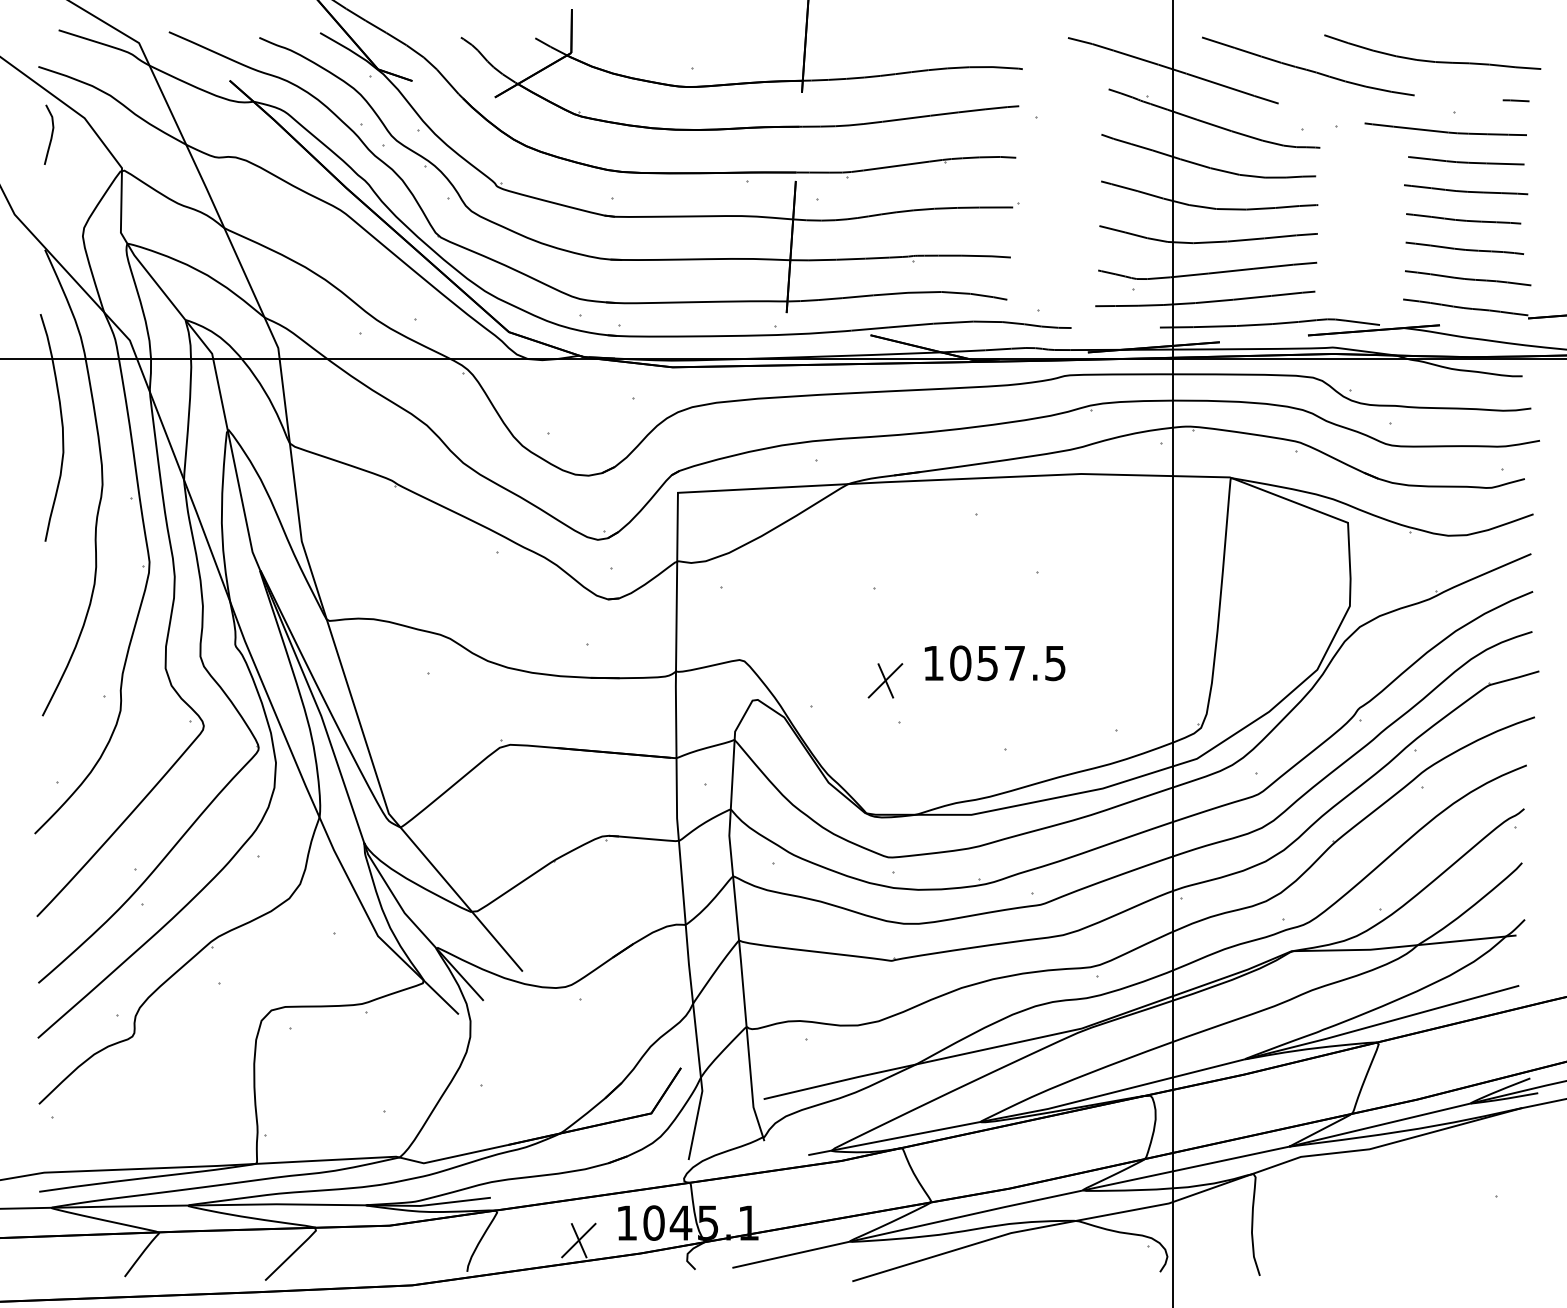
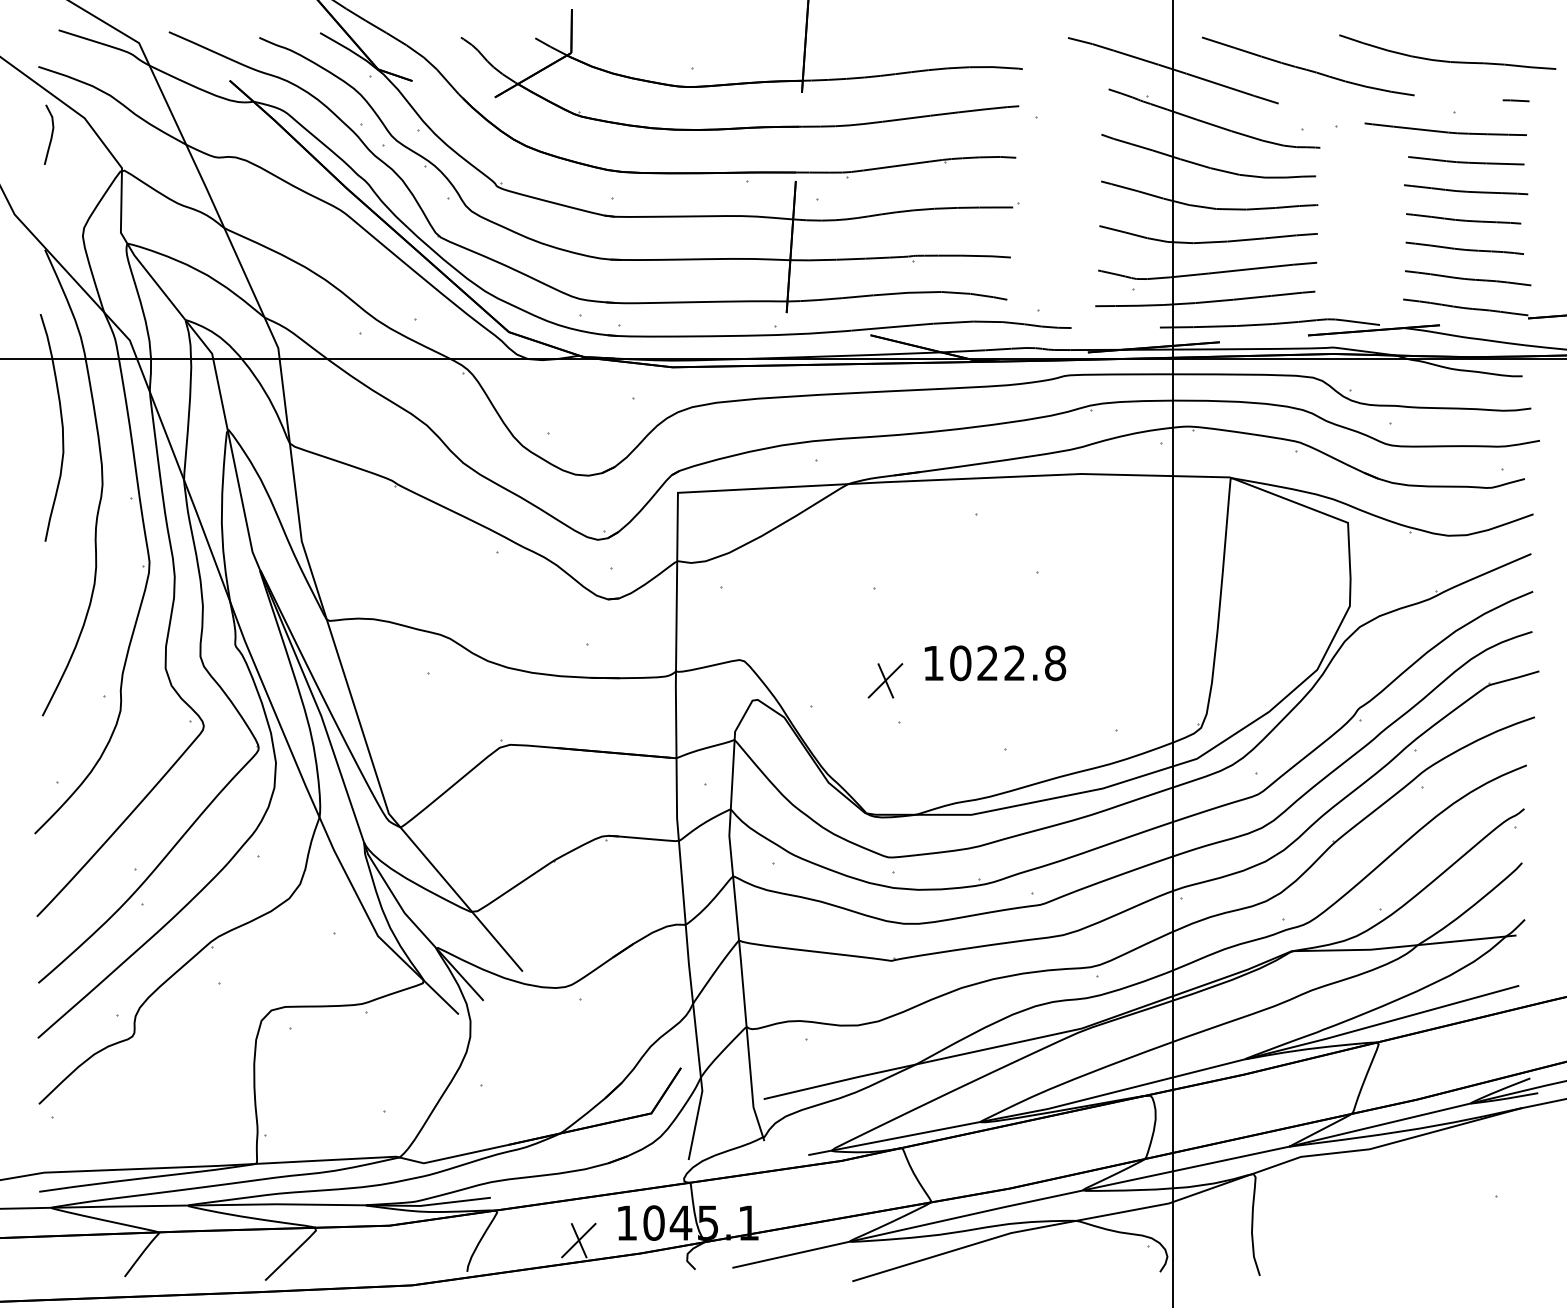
curve at (1432, 60) position: (1432, 60) -> (1447, 60)
text at (1021, 663): 1057.5 -> 1022.8
